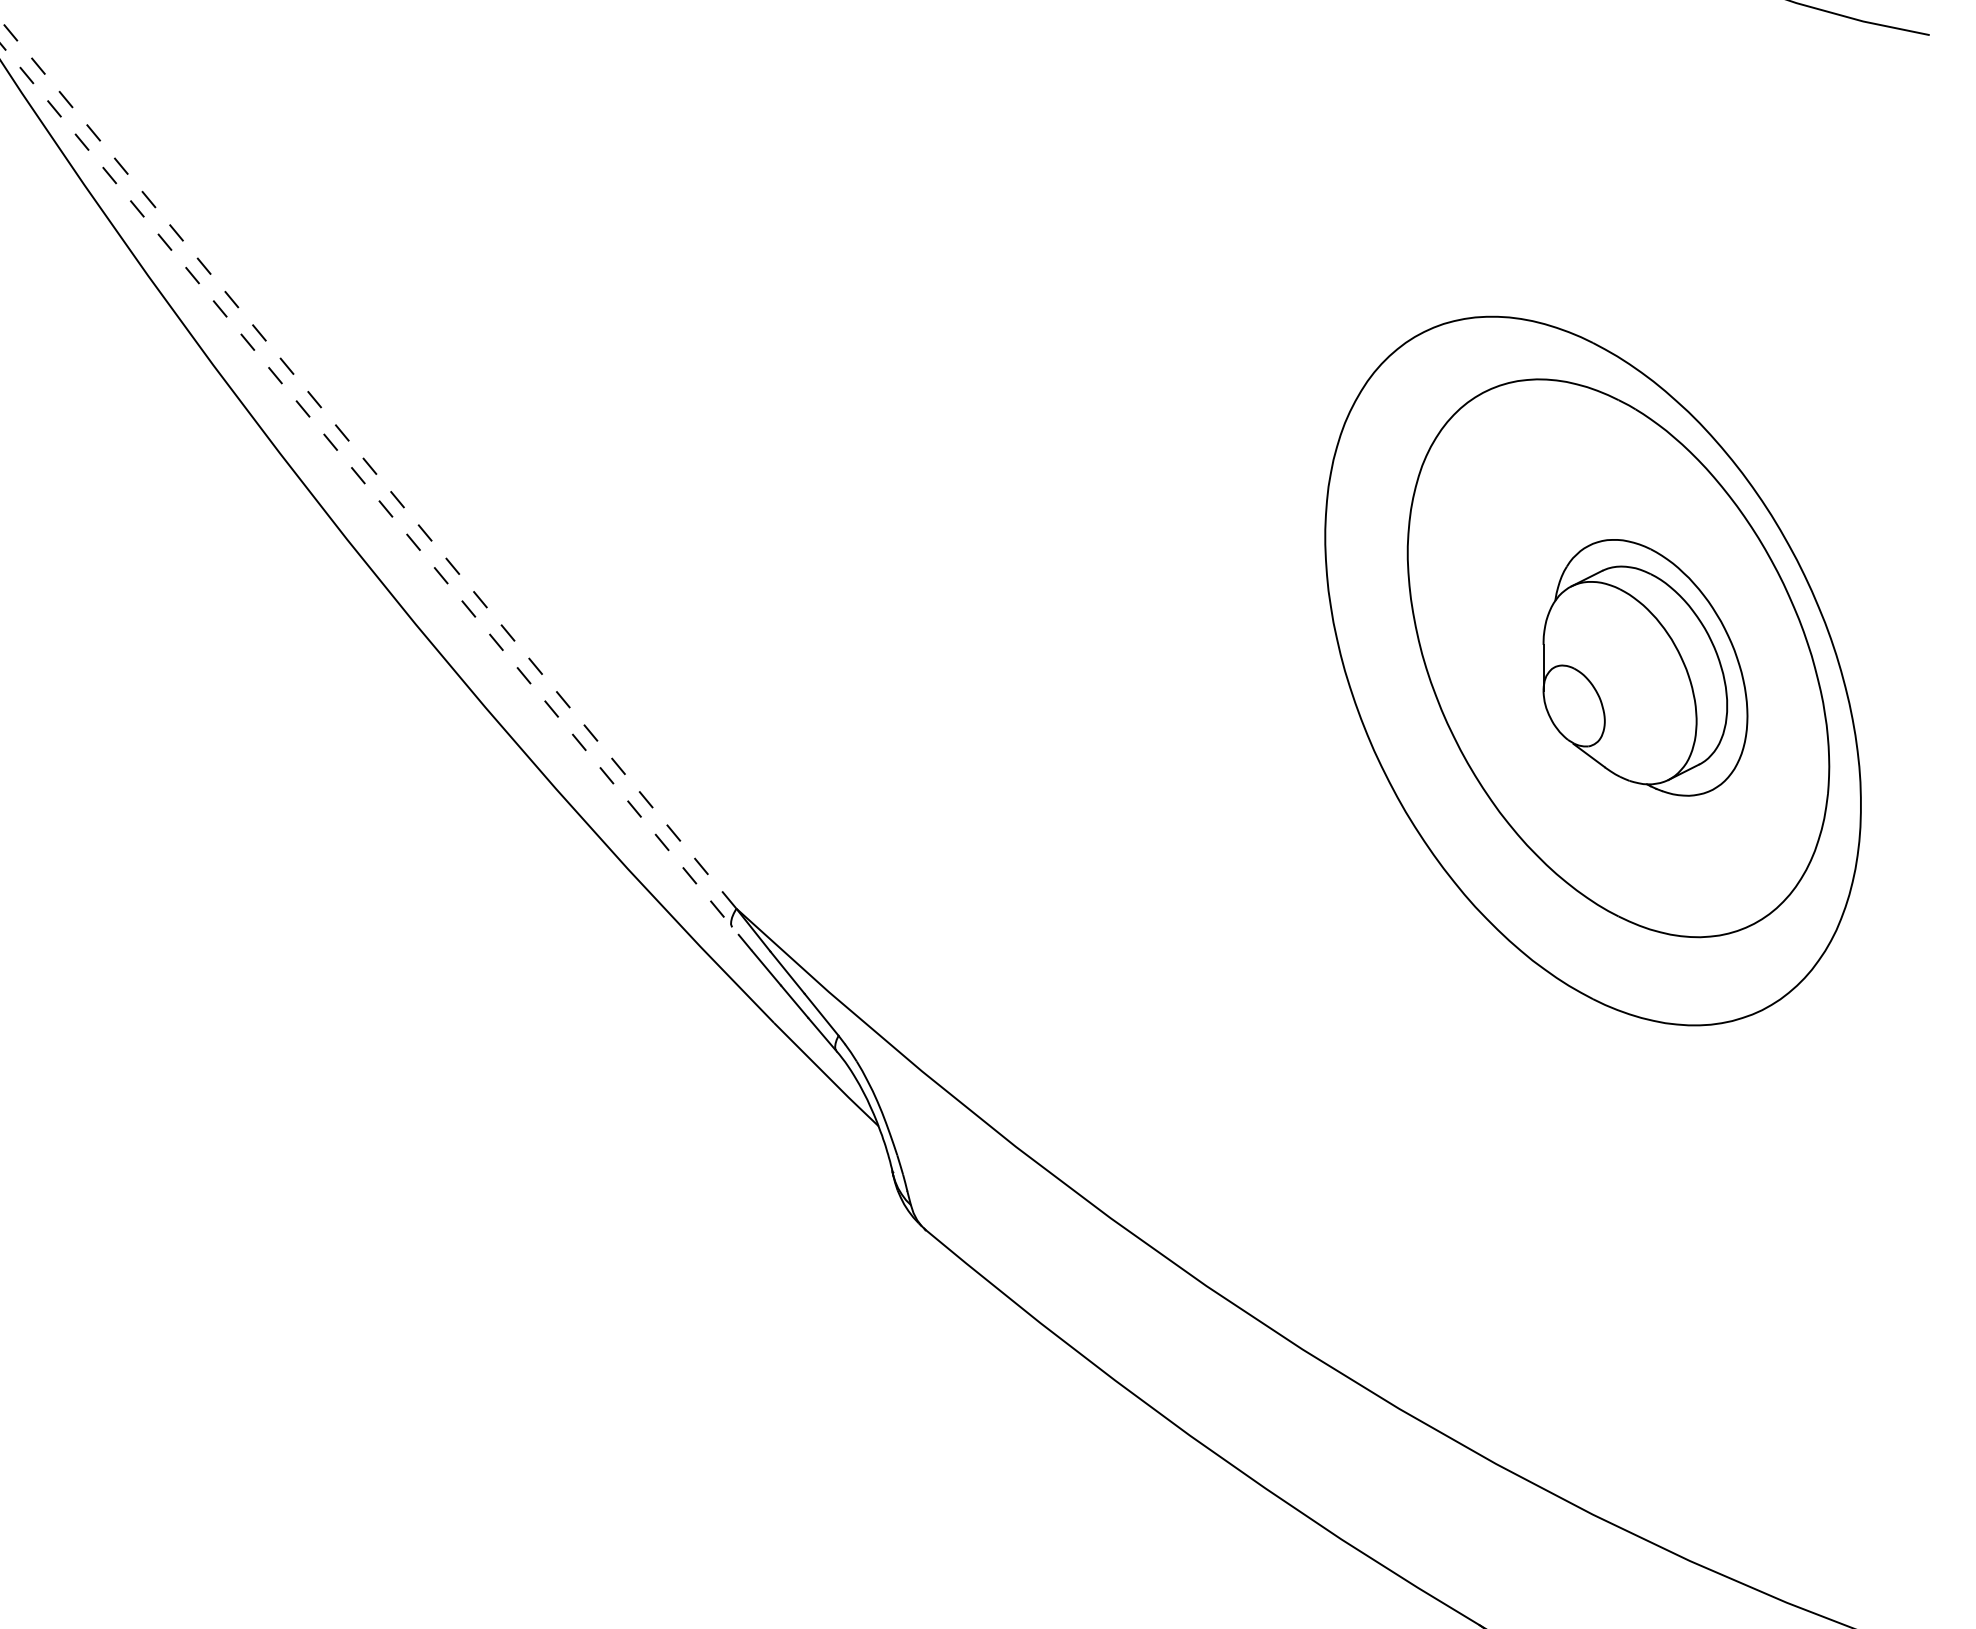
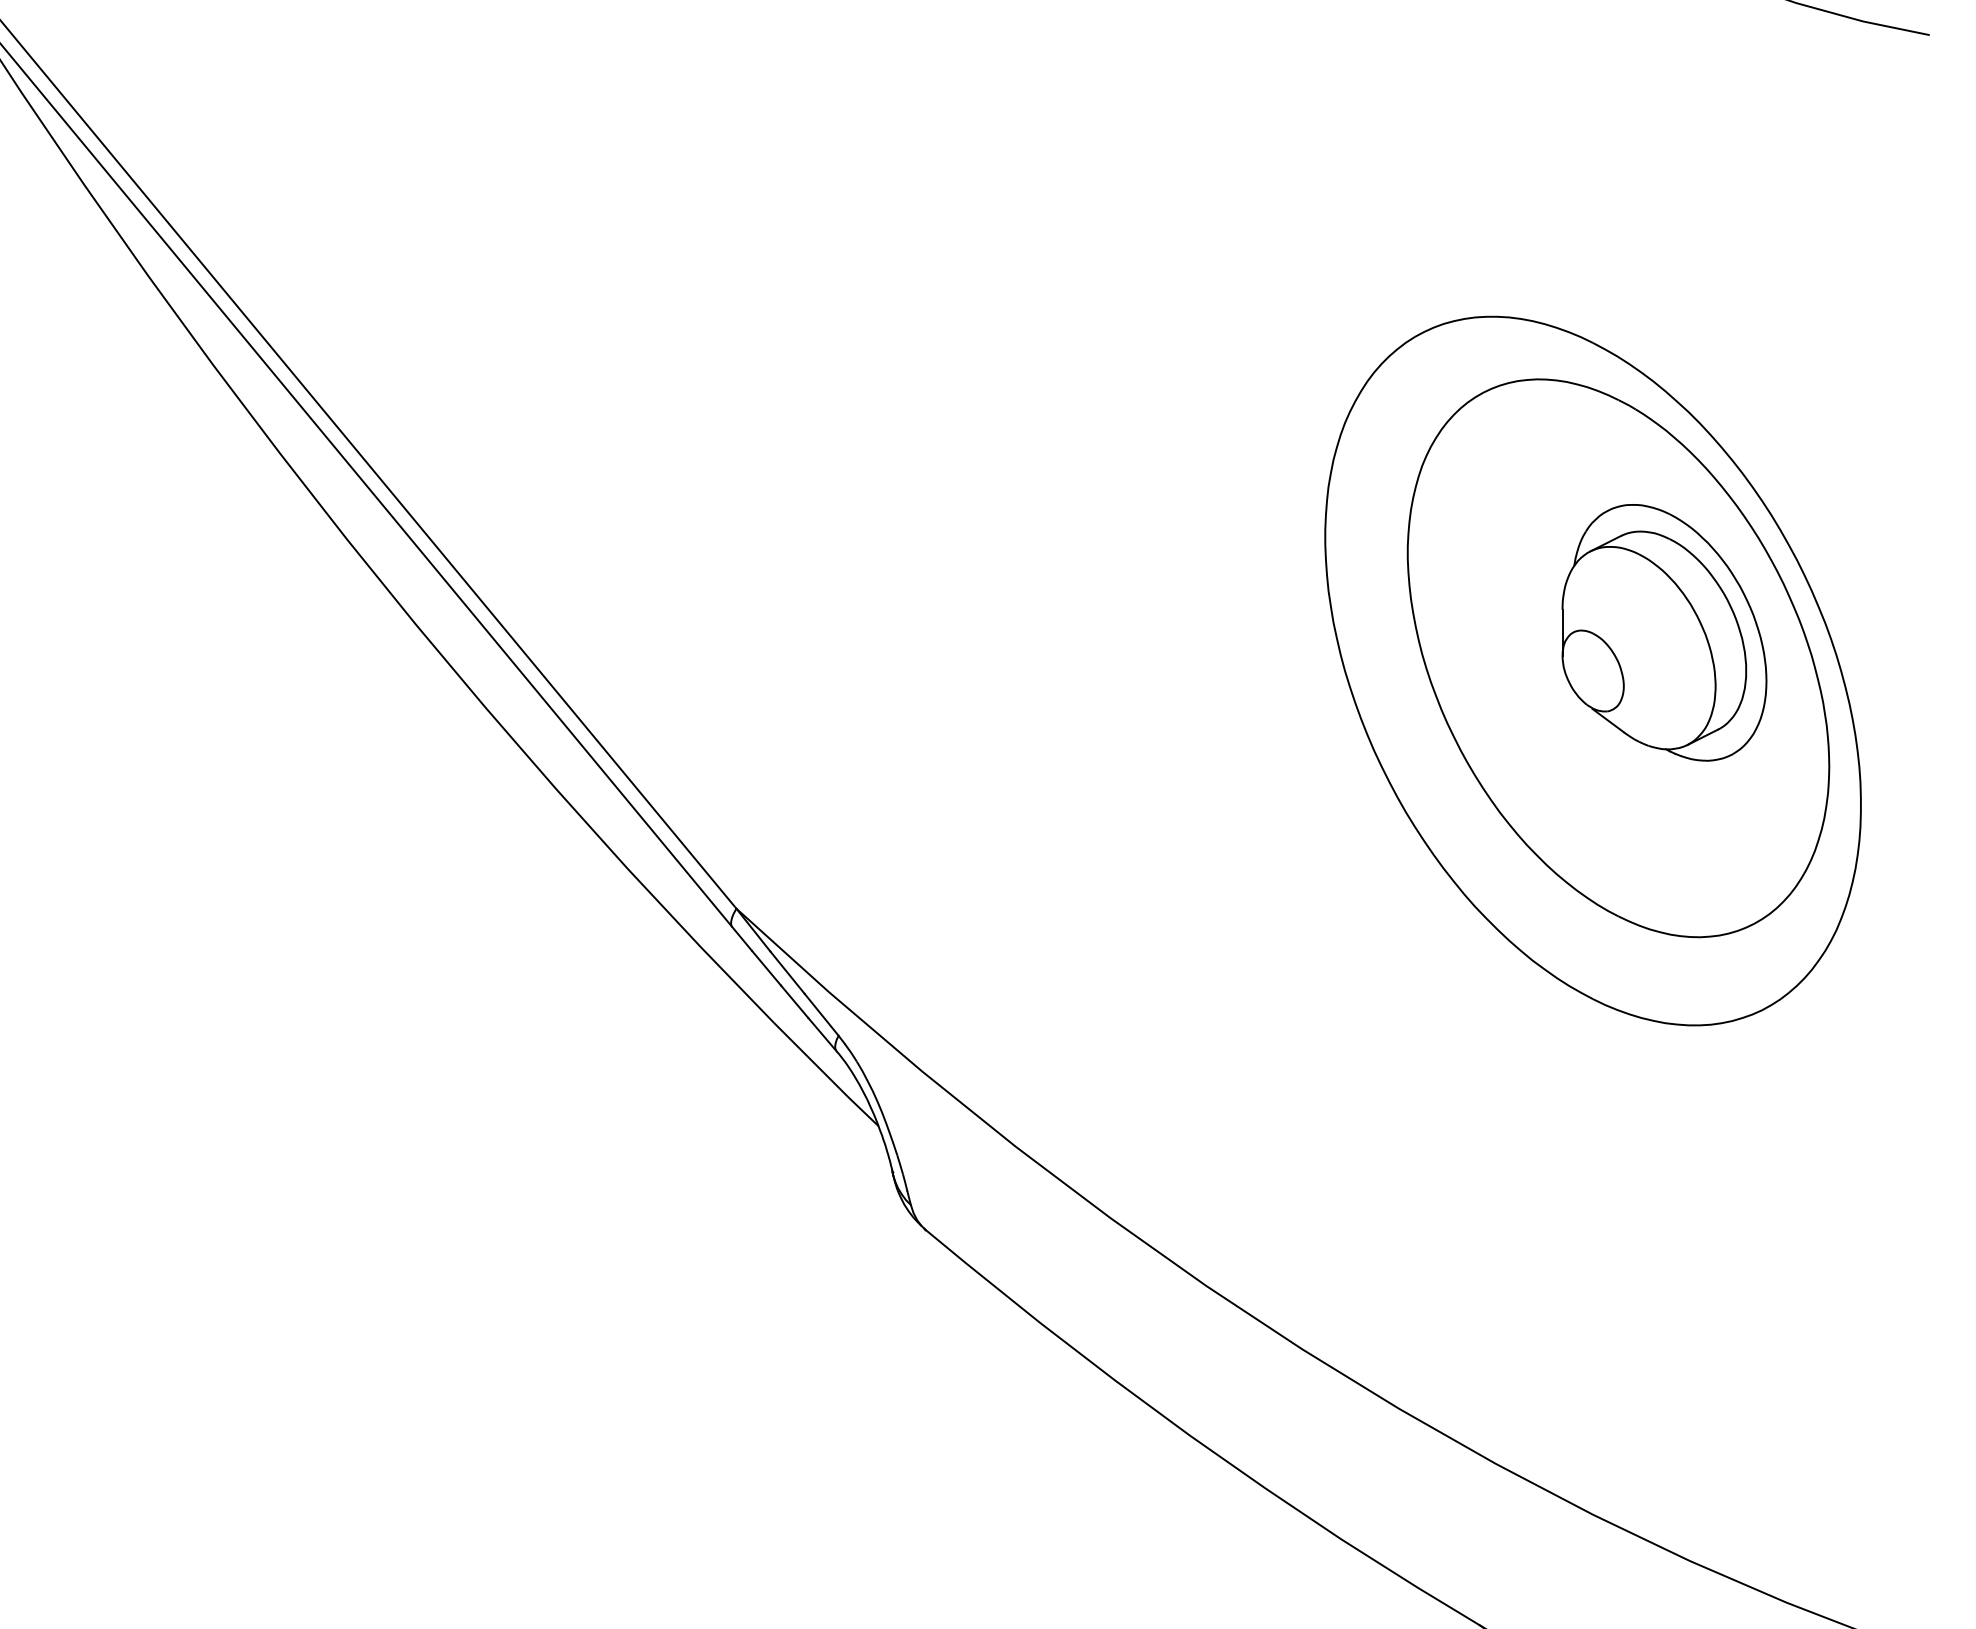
line at (368, 464): dashed -> solid
line at (376, 497): dashed -> solid
part at (1645, 667) position: (1645, 667) -> (1664, 632)
